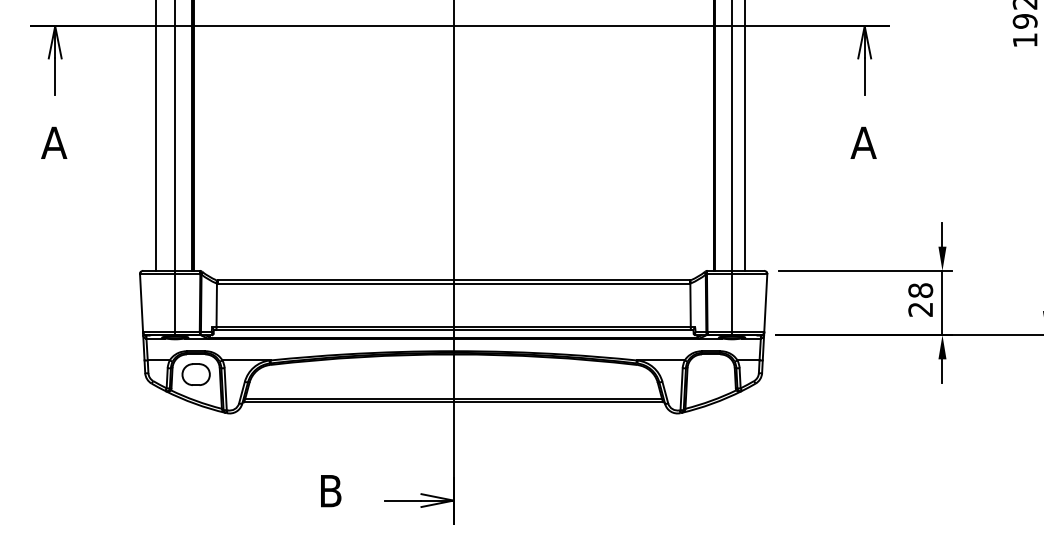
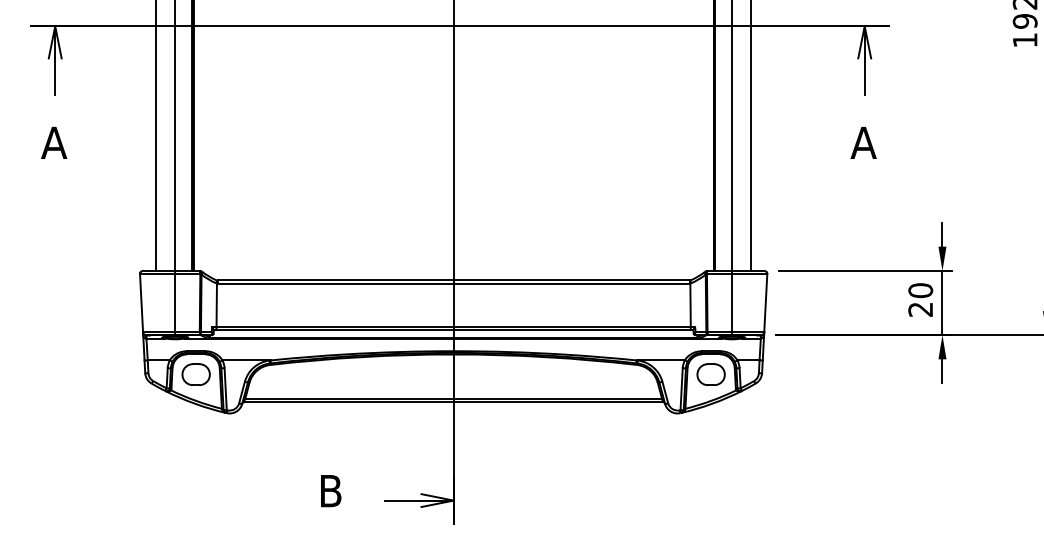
line at (745, 136) position: (745, 136) -> (751, 136)
text at (920, 290): 28 -> 20
part at (710, 374): none -> present
